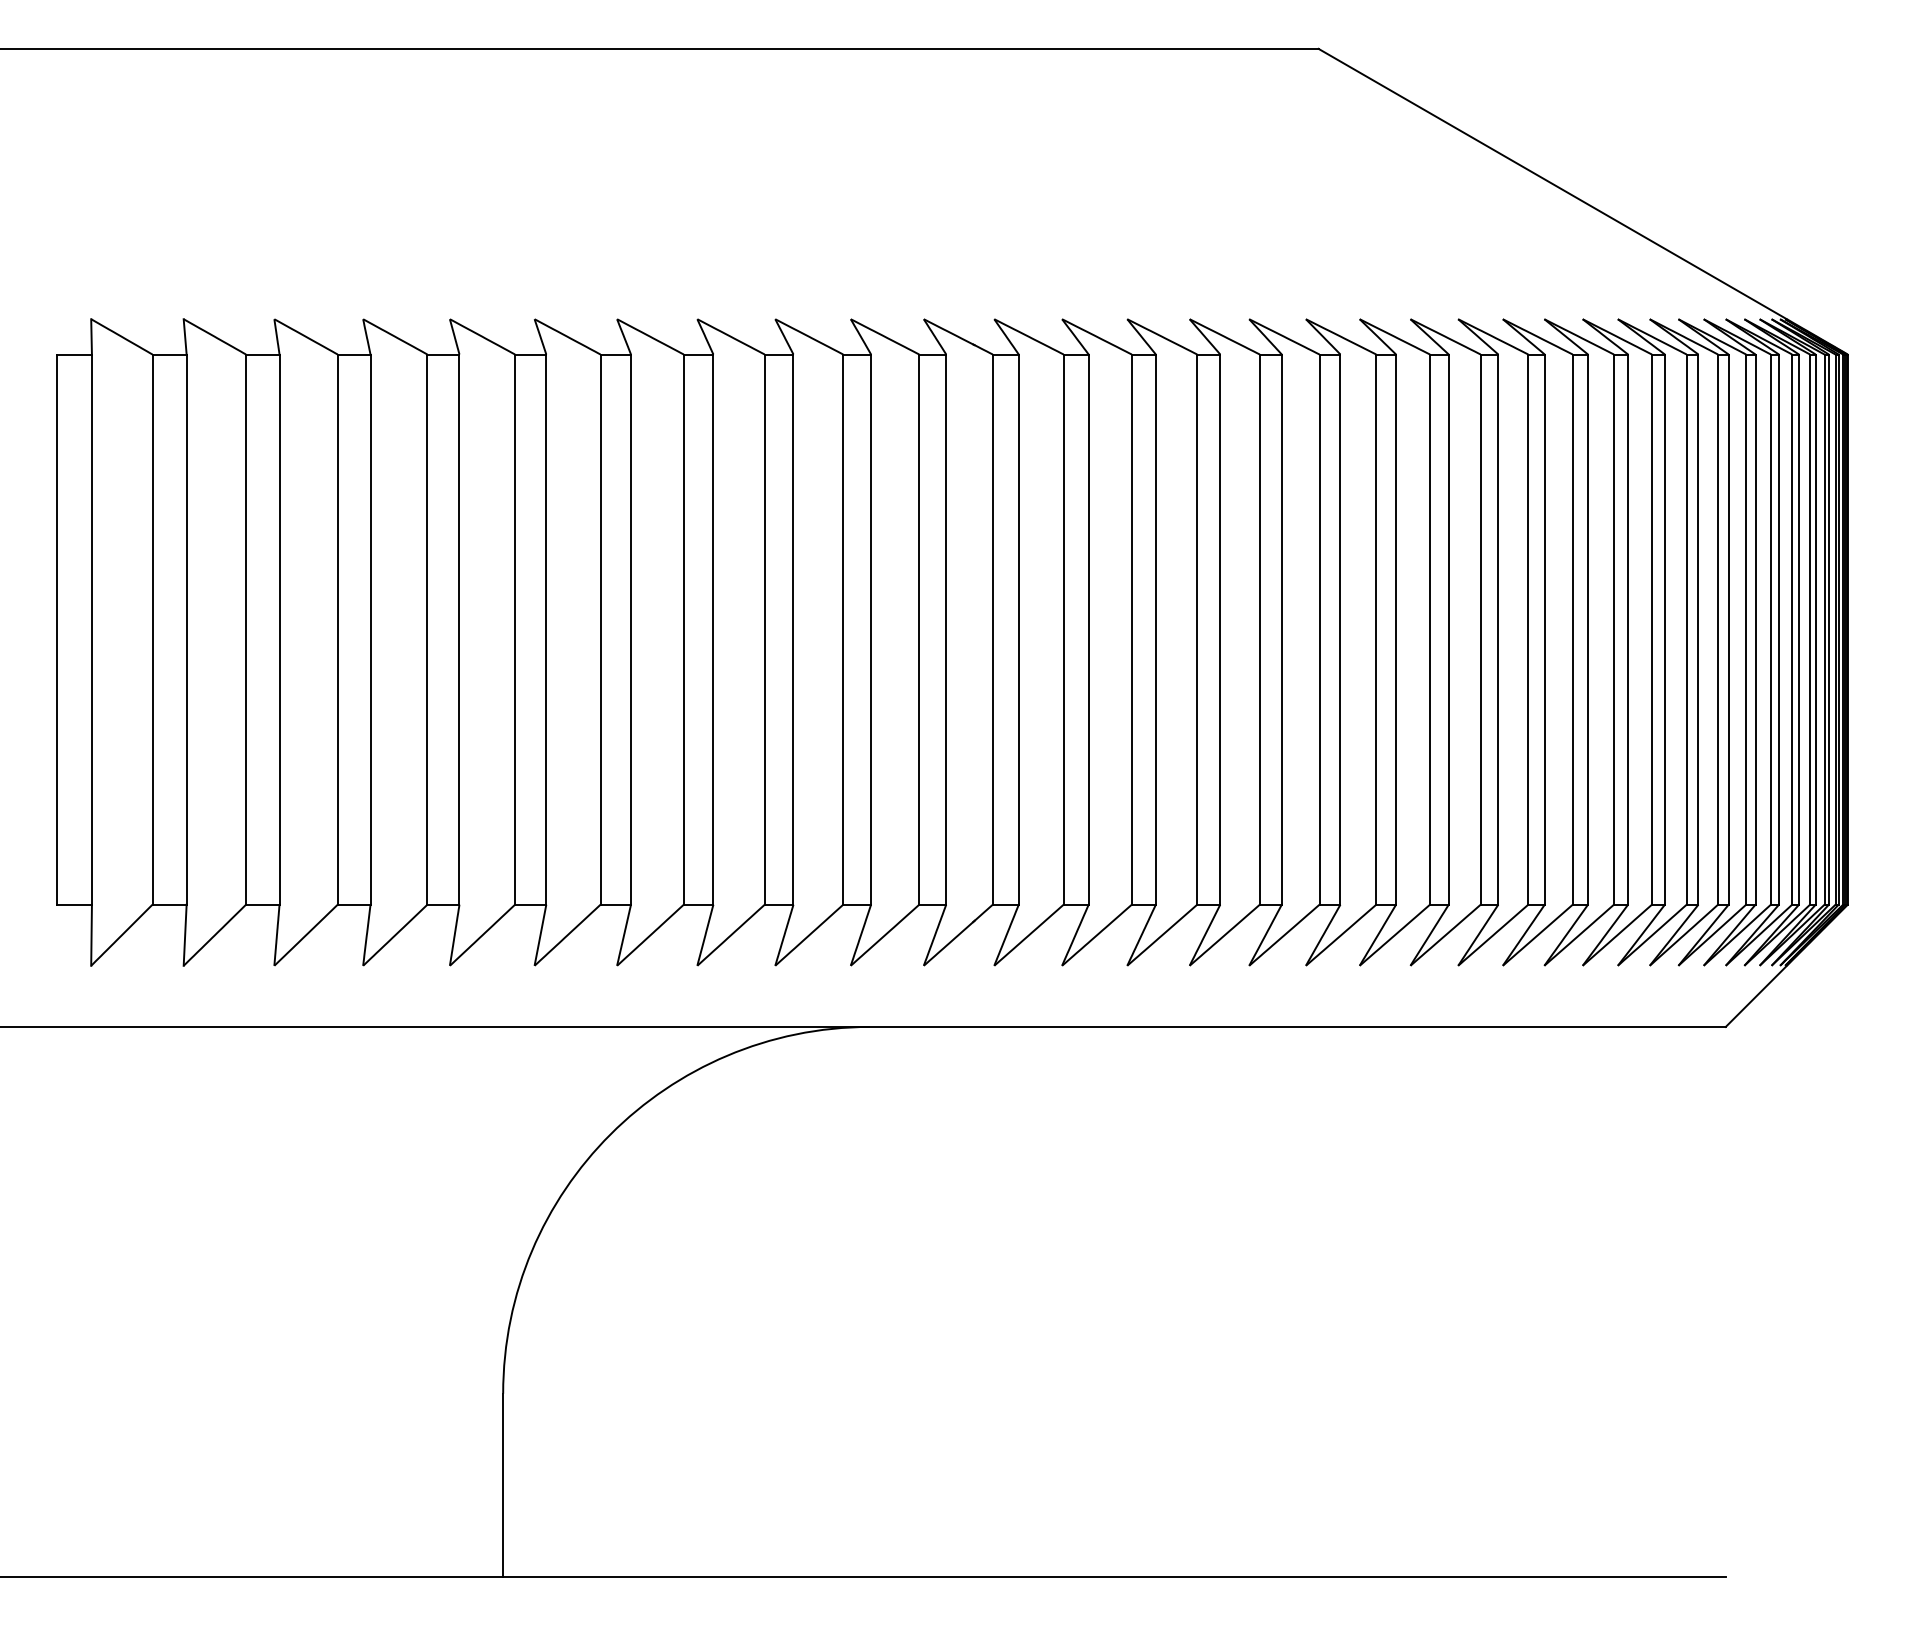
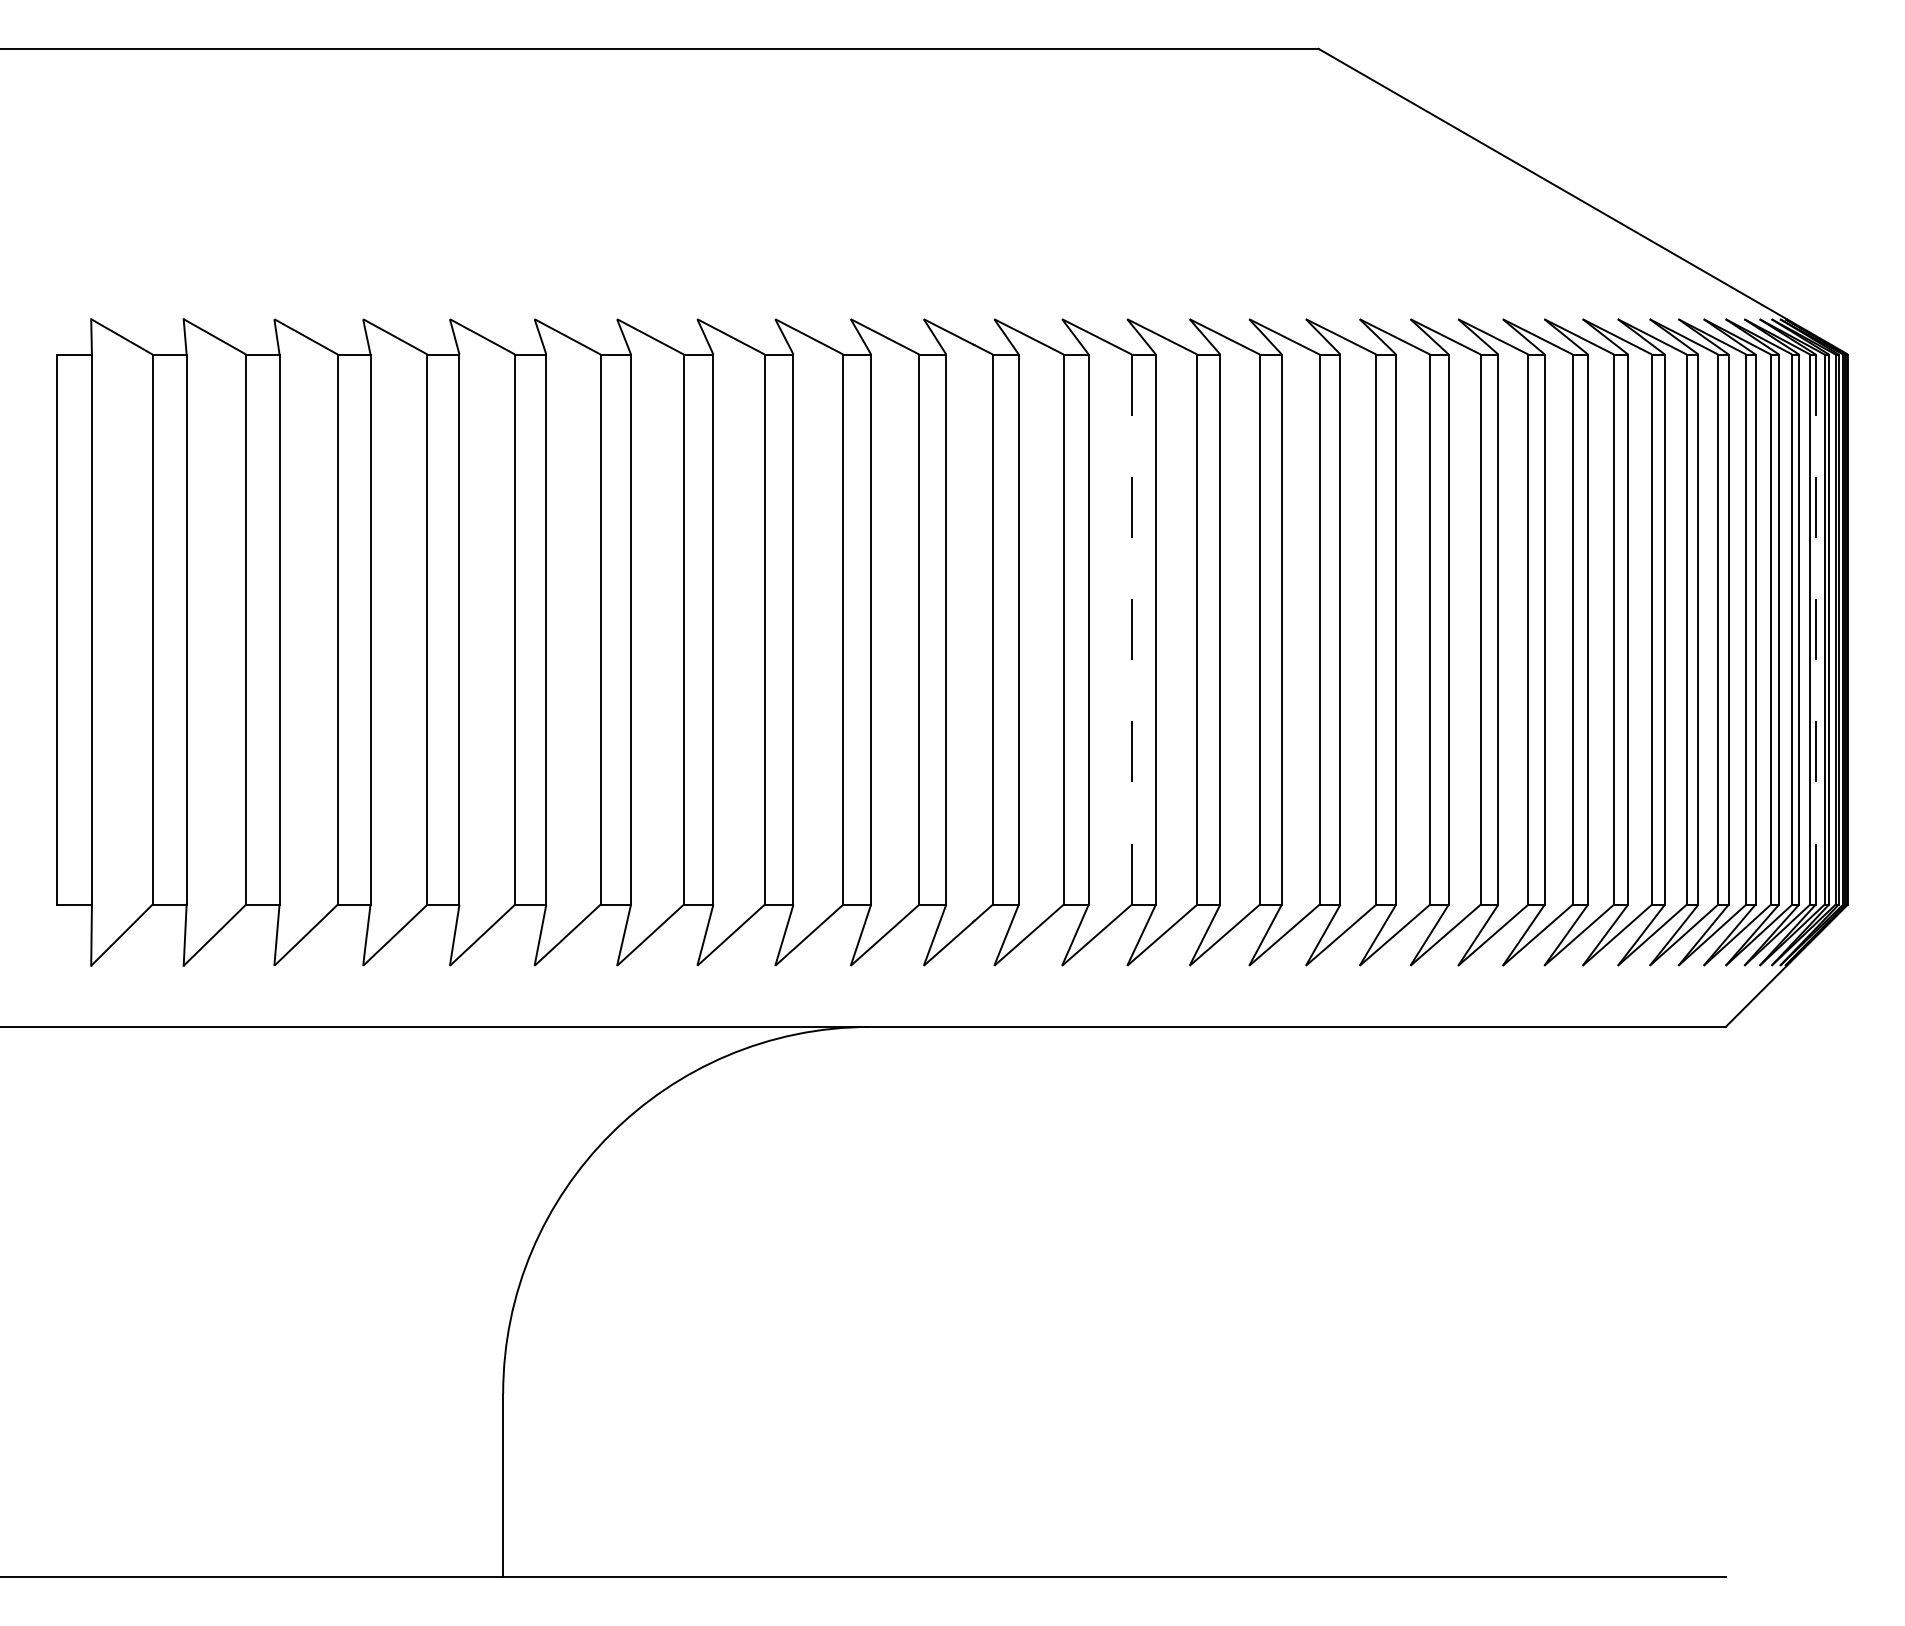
line at (1815, 629): solid -> dashed
line at (1131, 630): solid -> dashed
